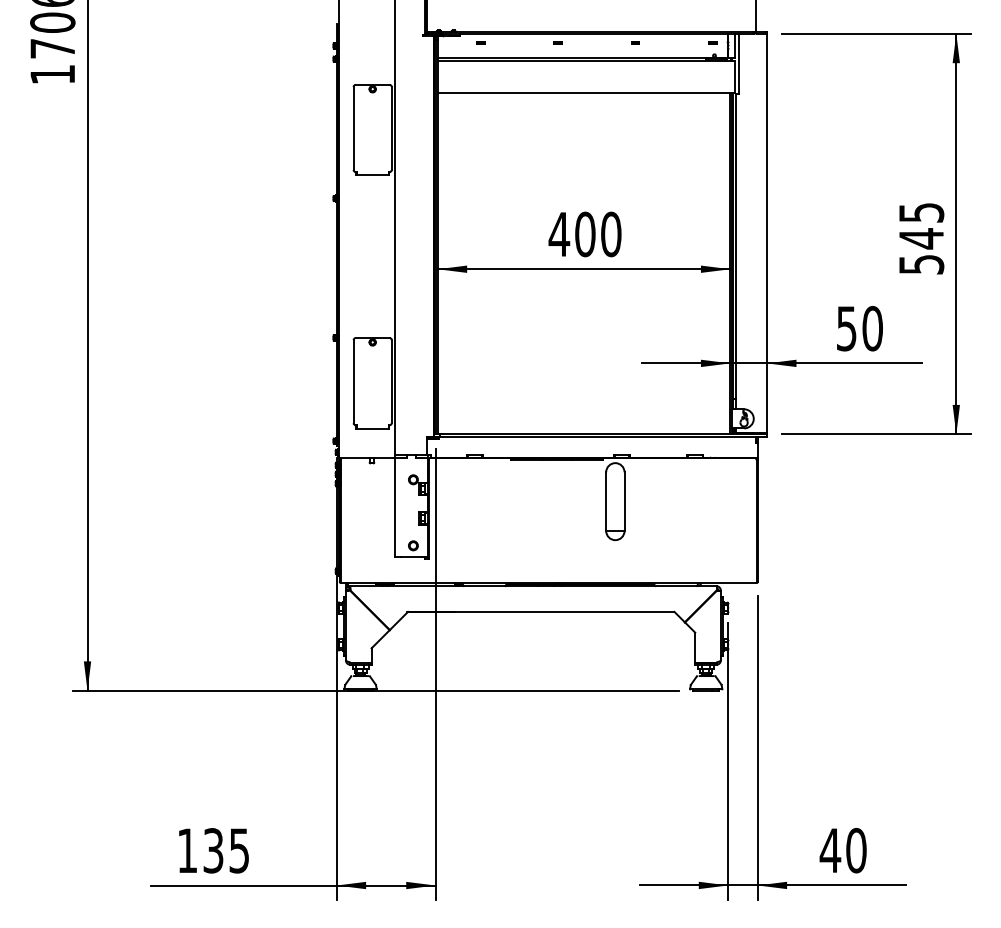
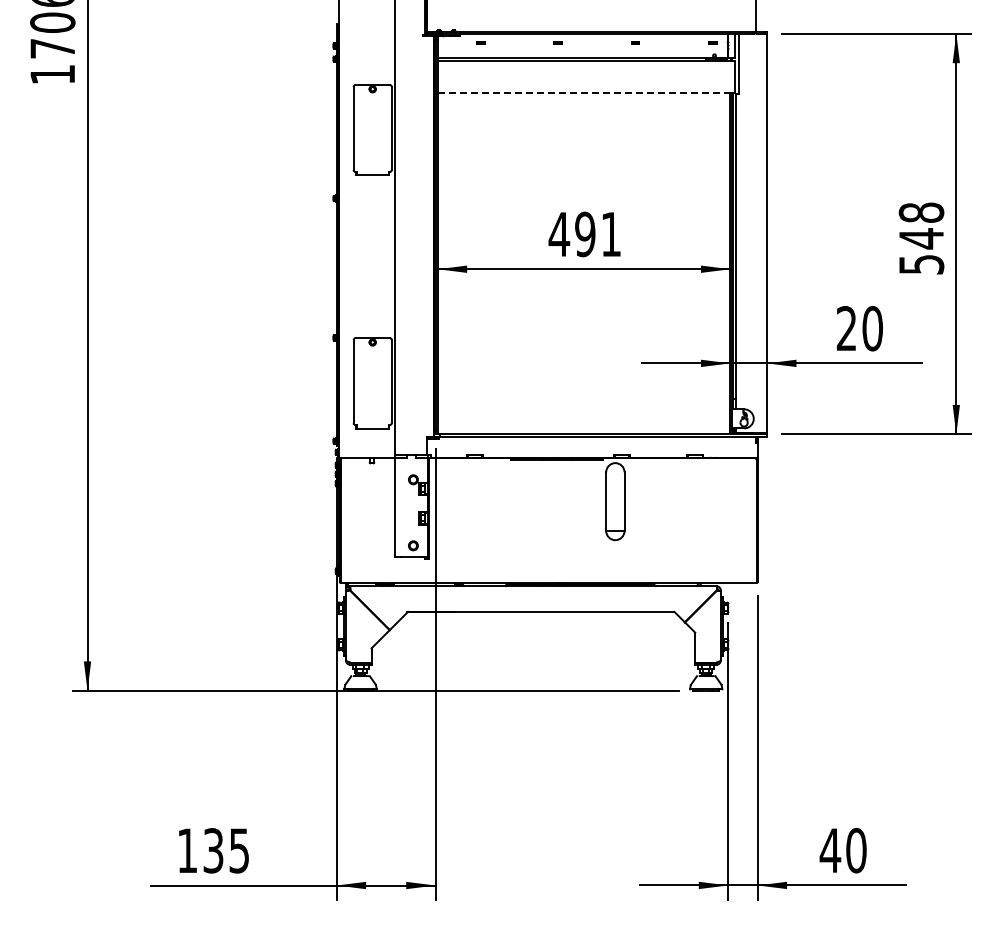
line at (585, 93): solid -> dashed
text at (921, 212): 545 -> 548
text at (598, 234): 400 -> 491
text at (846, 328): 50 -> 20
